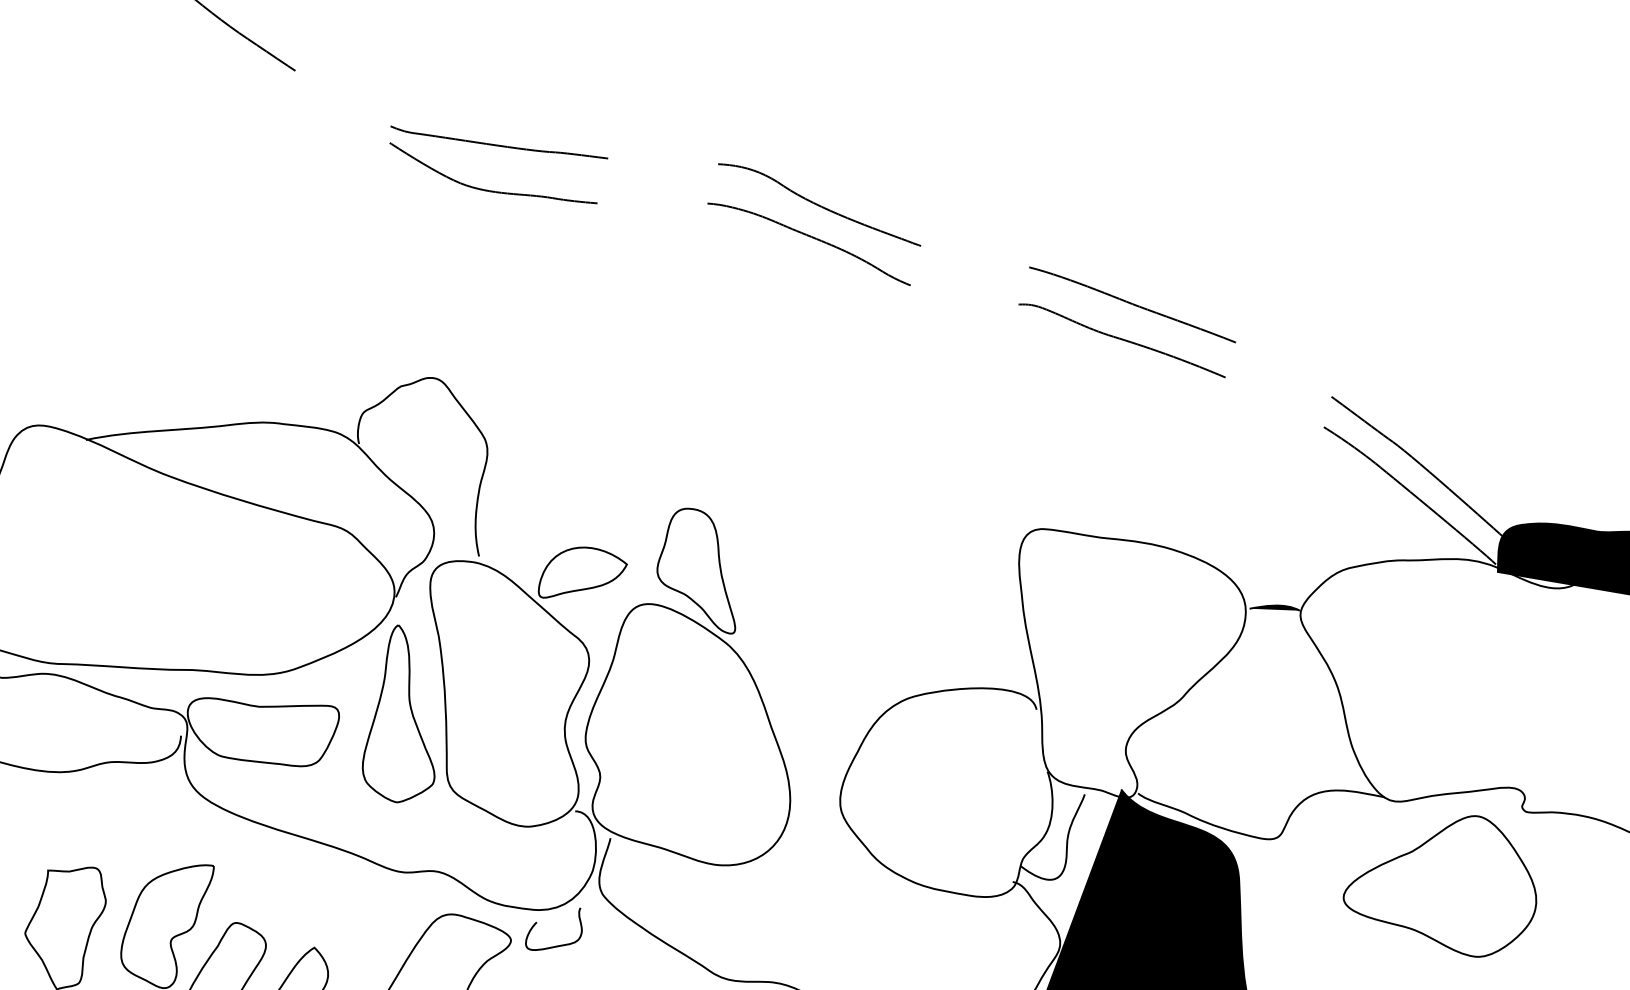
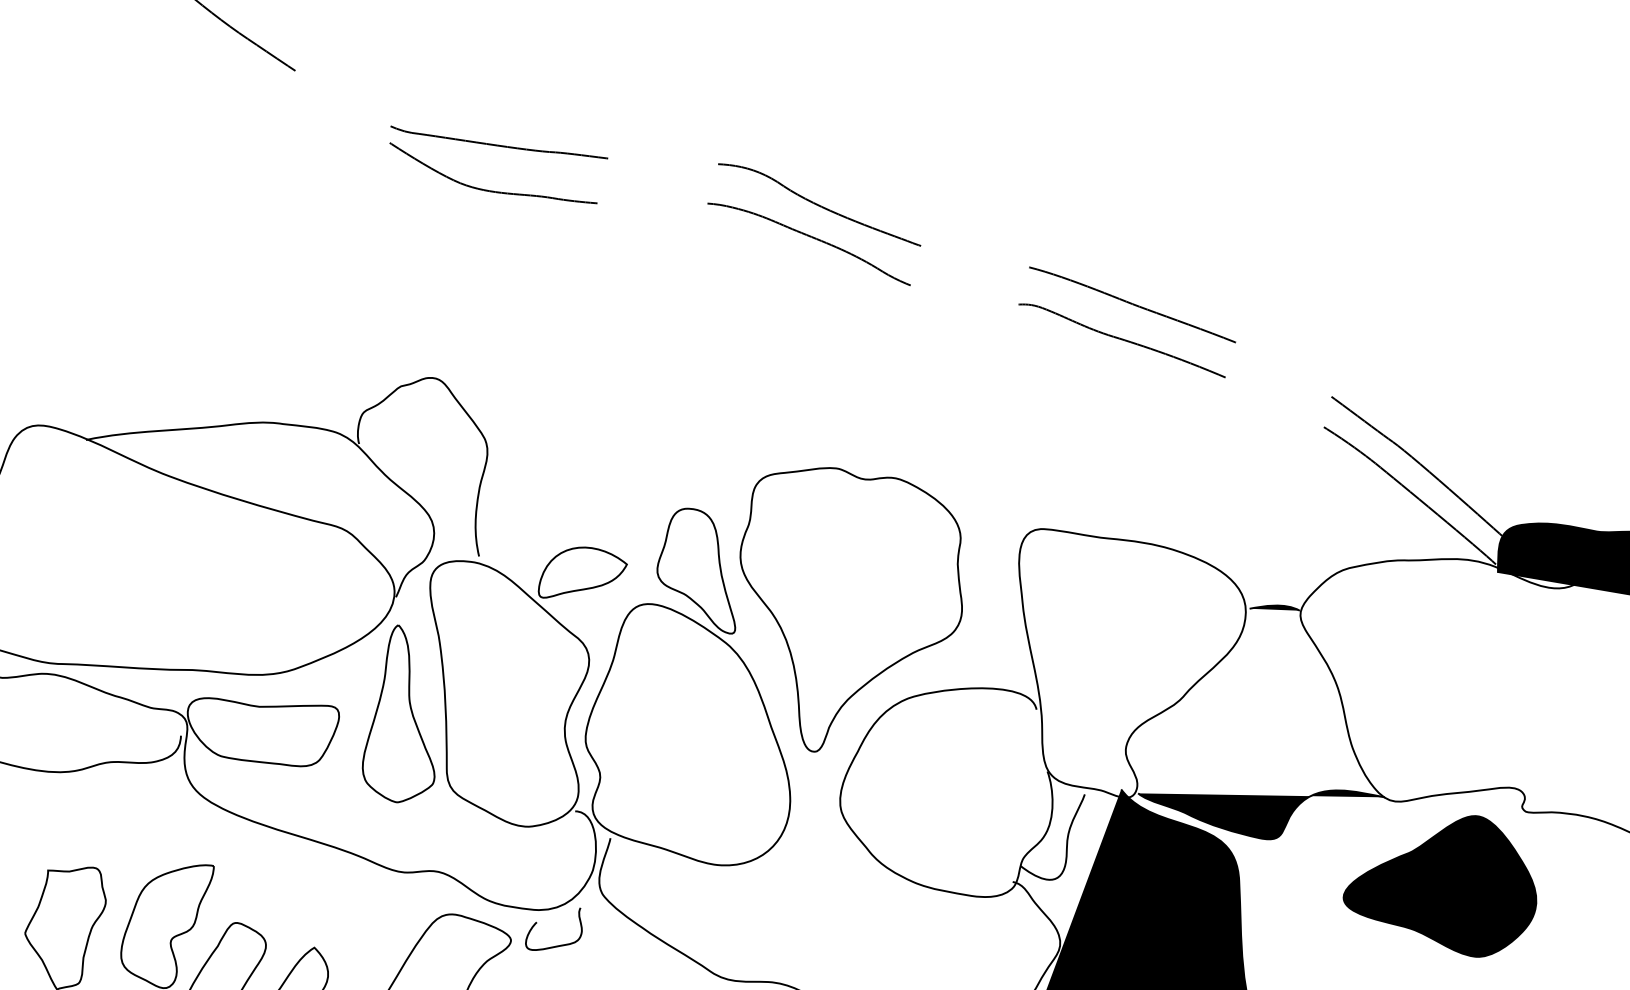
part at (850, 609): none -> present
fill at (1261, 814): none -> present
fill at (1439, 886): none -> present
